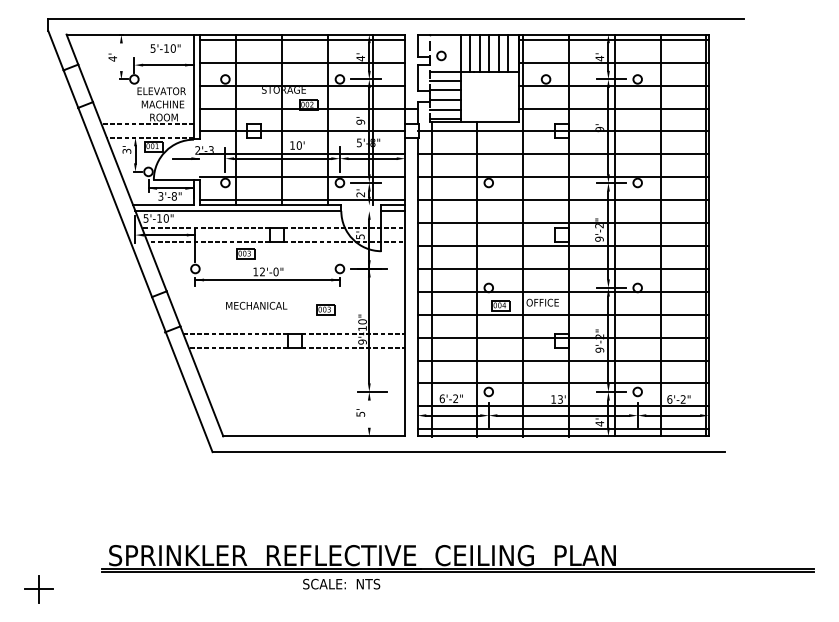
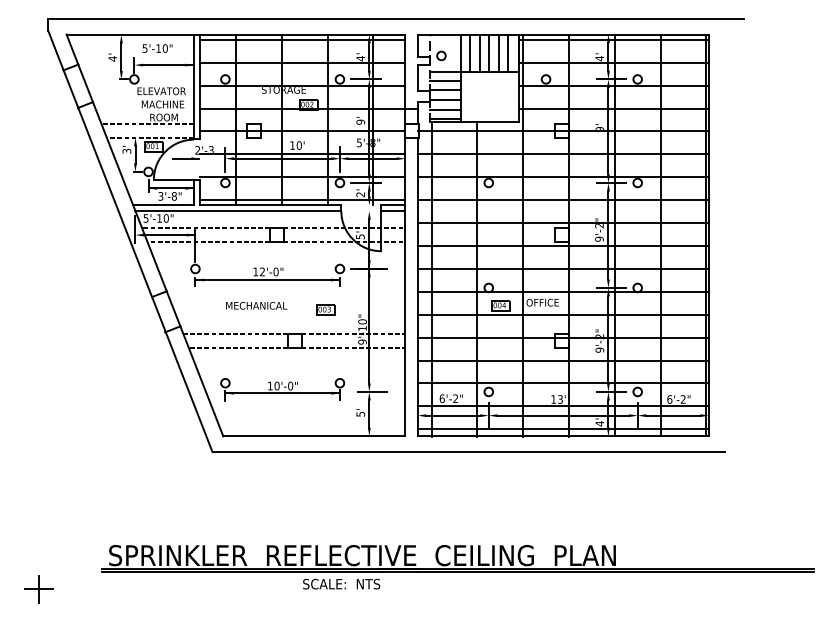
text at (165, 48) position: (165, 48) -> (157, 48)
line at (121, 57): none -> present
part at (245, 253): present -> none
part at (282, 389): none -> present
line at (369, 413): none -> present
